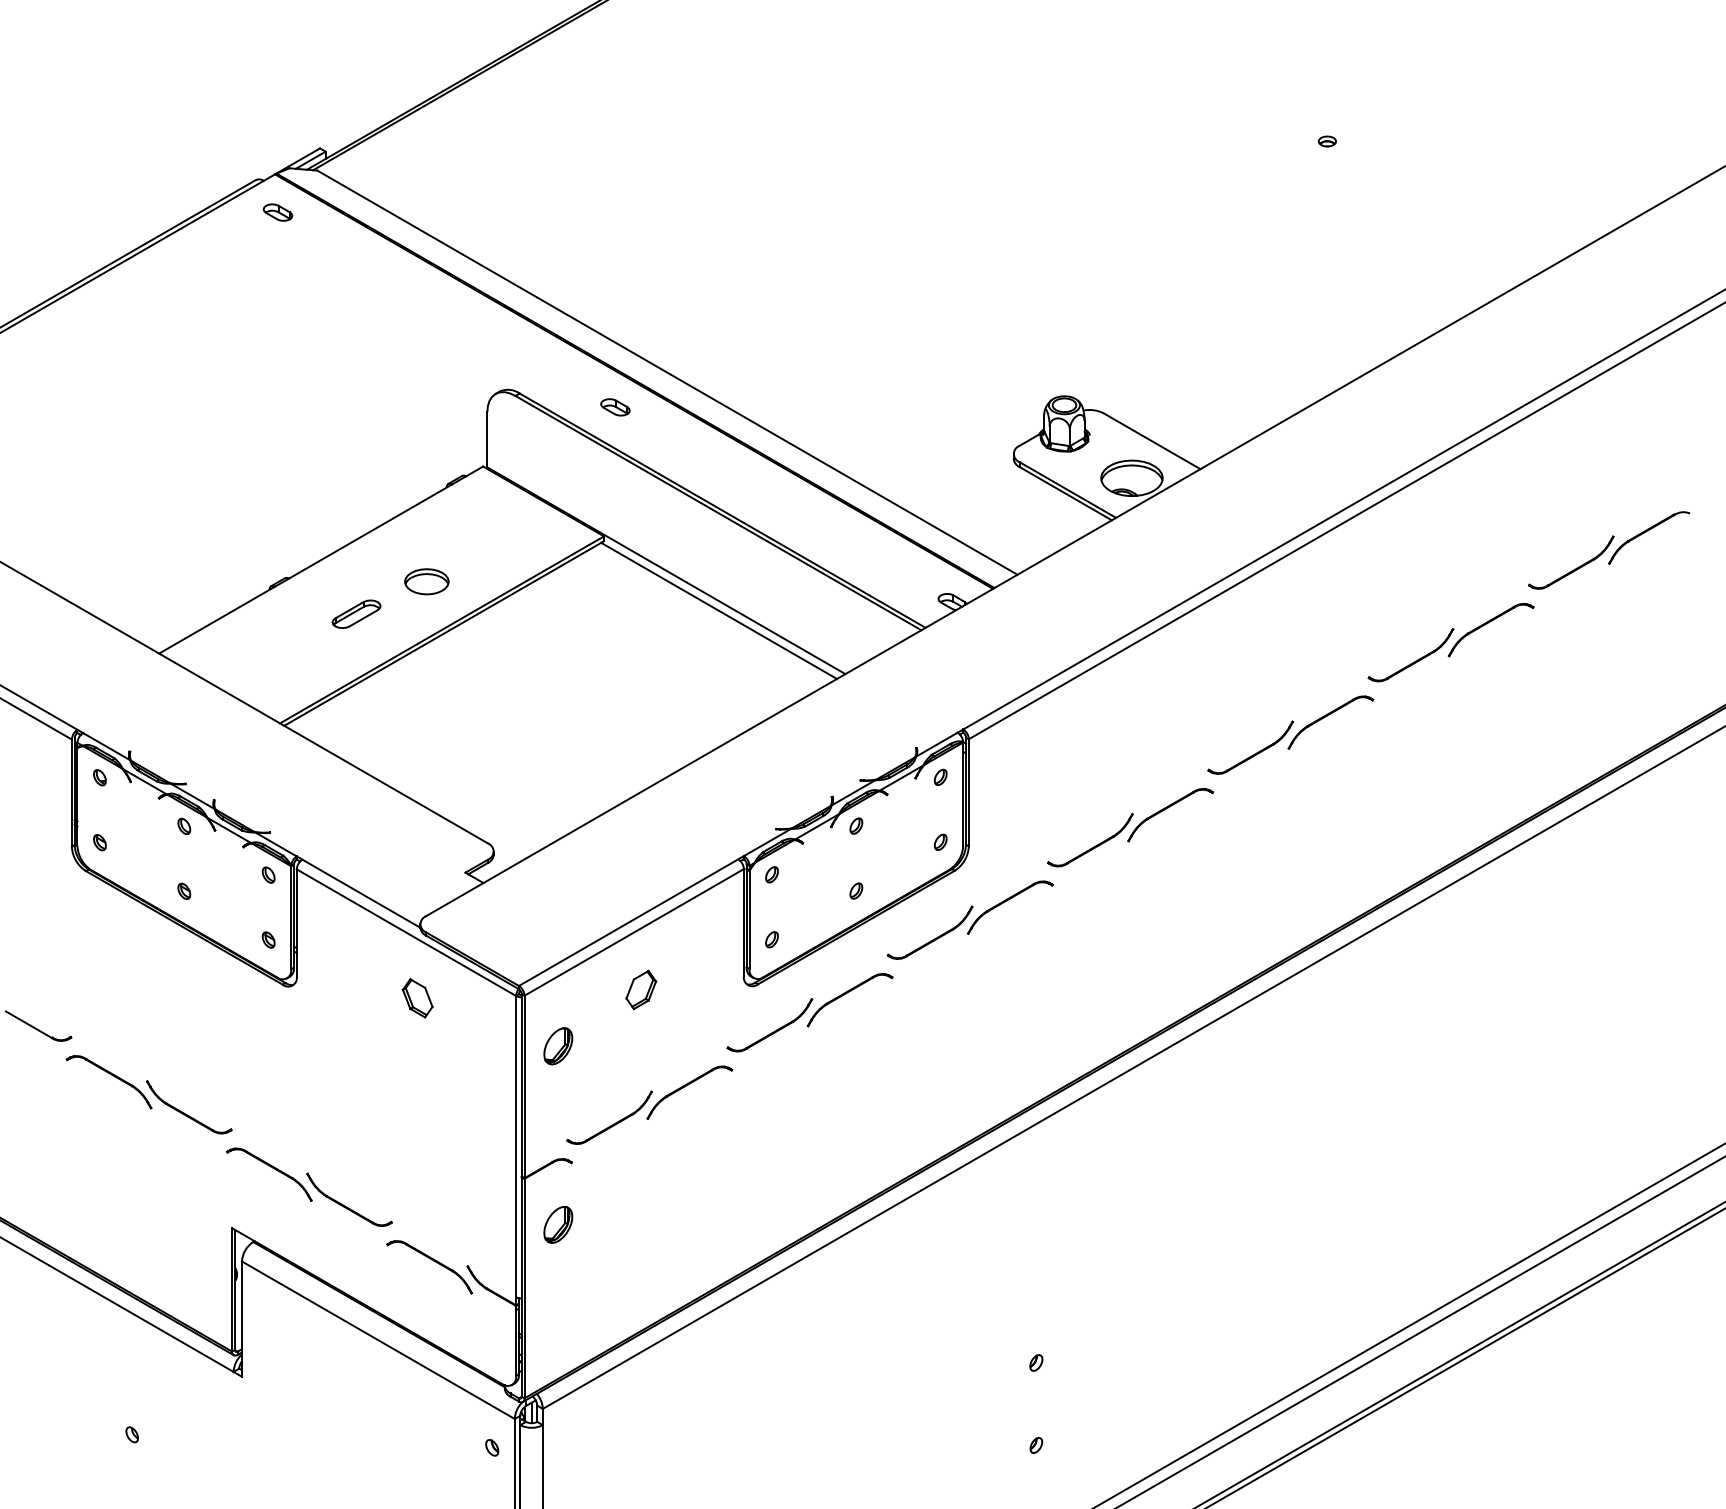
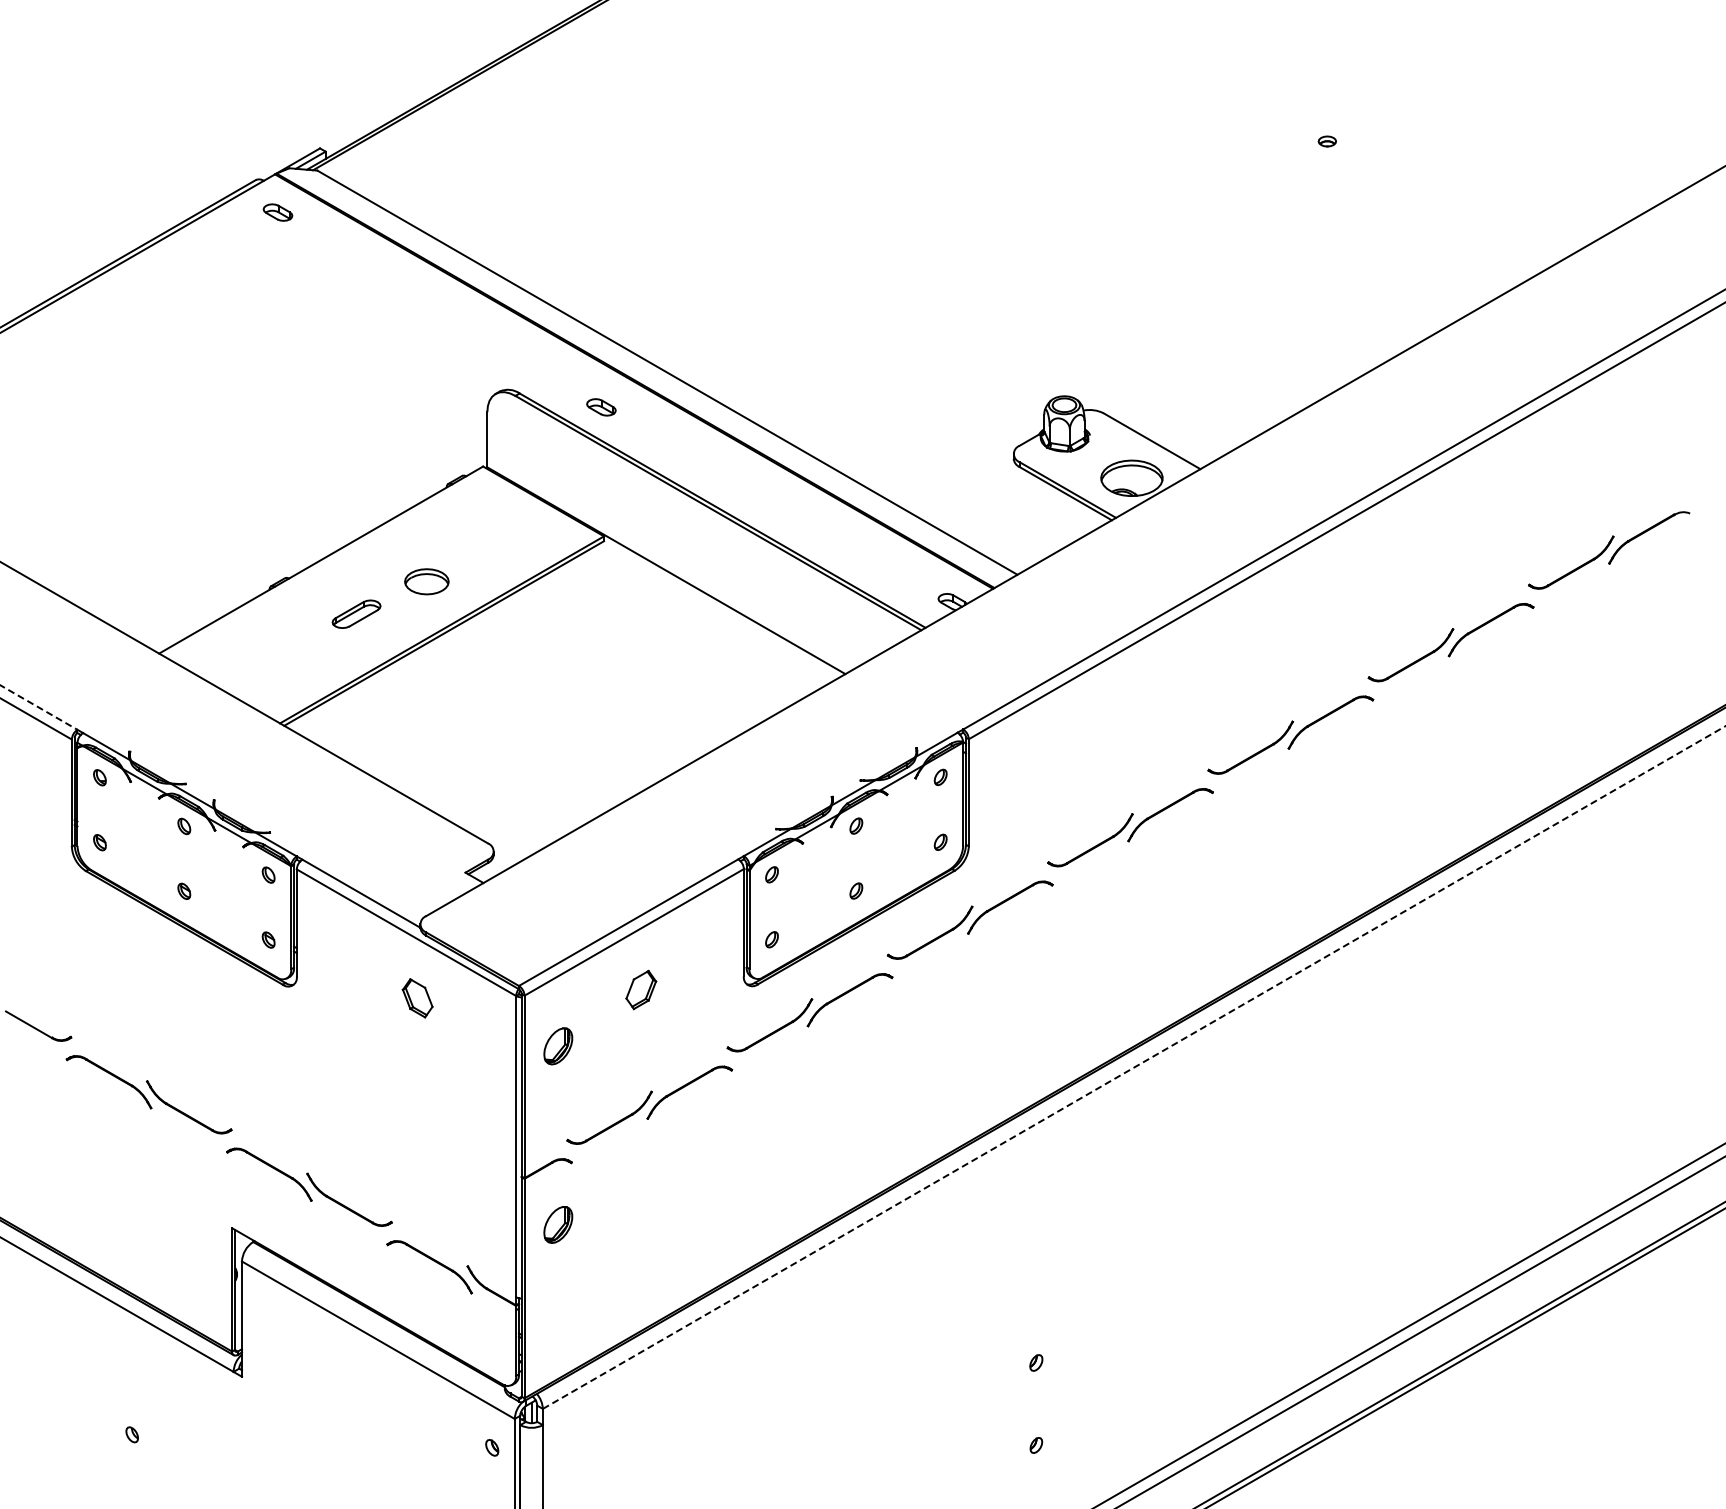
part at (615, 407) position: (615, 407) -> (601, 407)
line at (719, 610): present -> none
line at (39, 707): solid -> dashed
line at (1134, 1067): solid -> dashed
